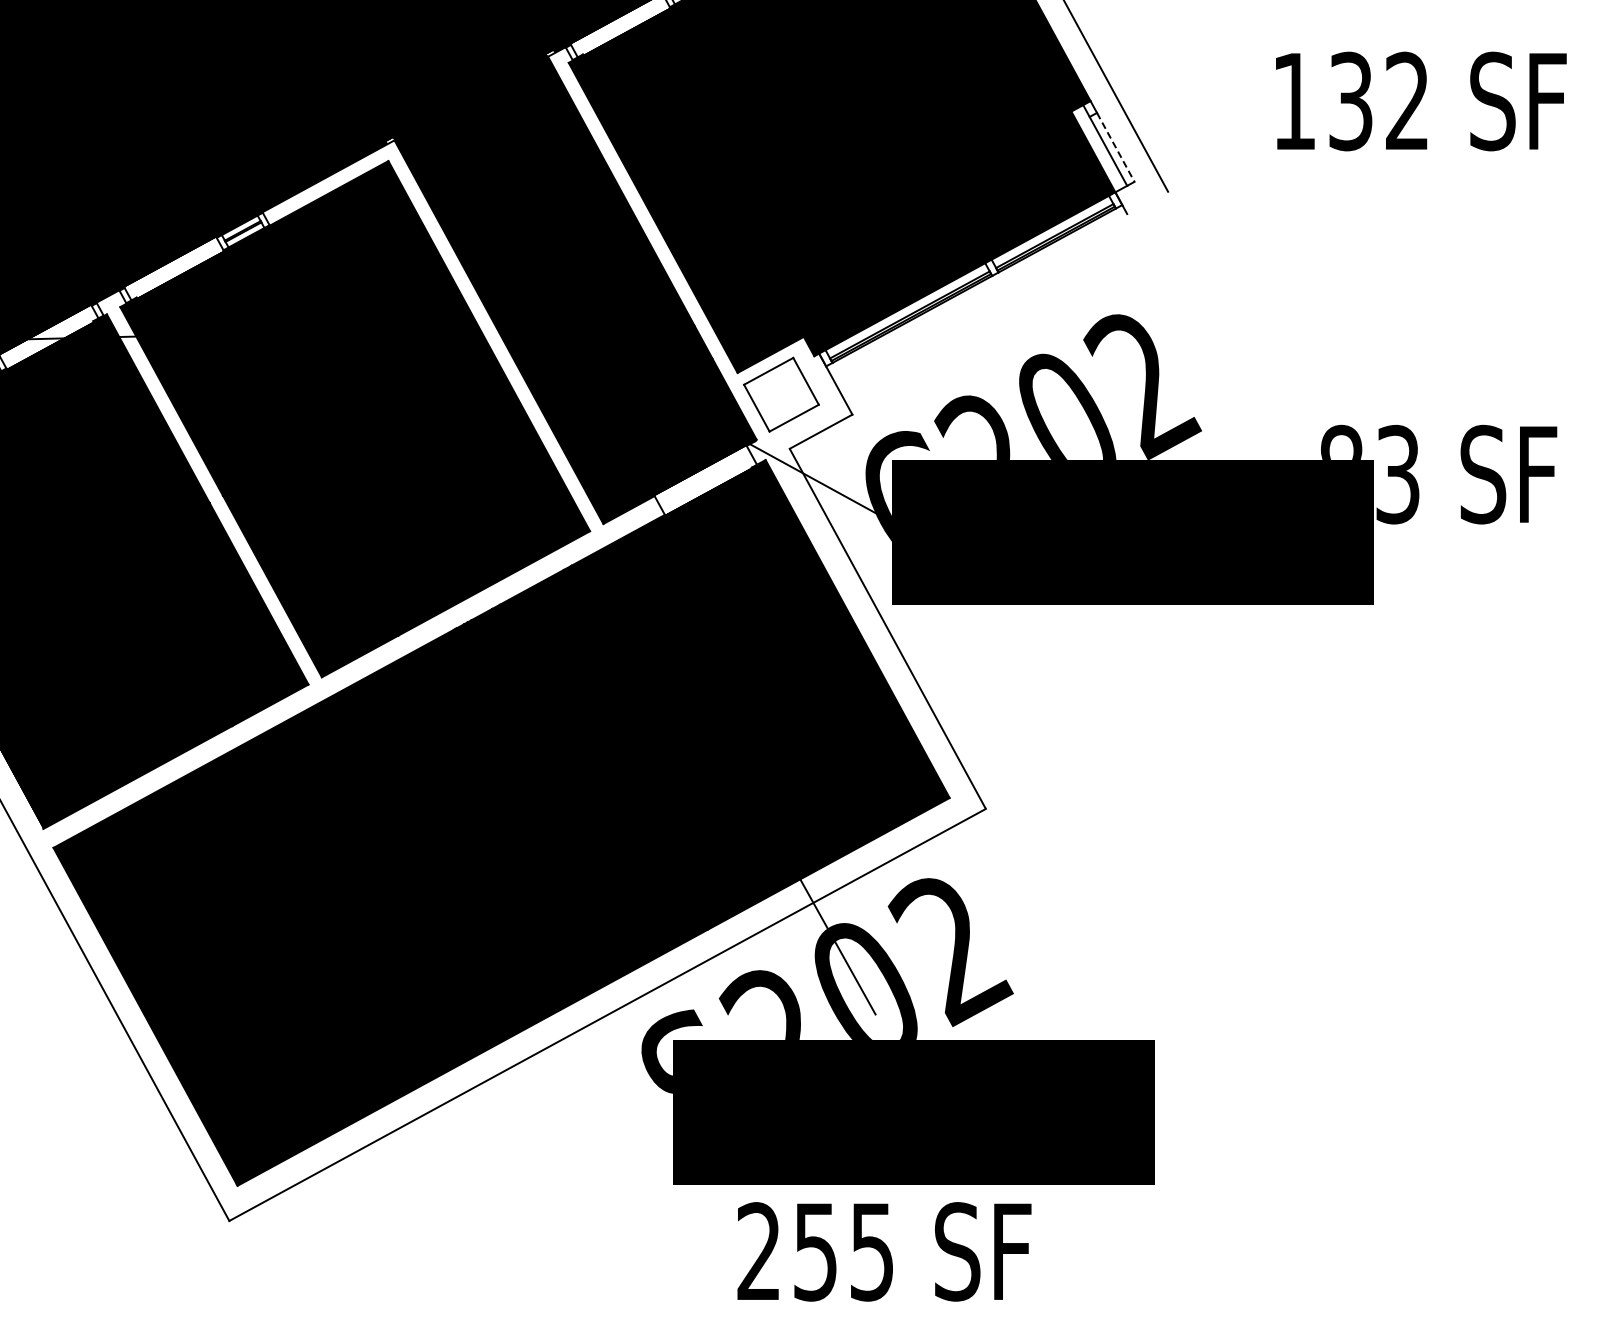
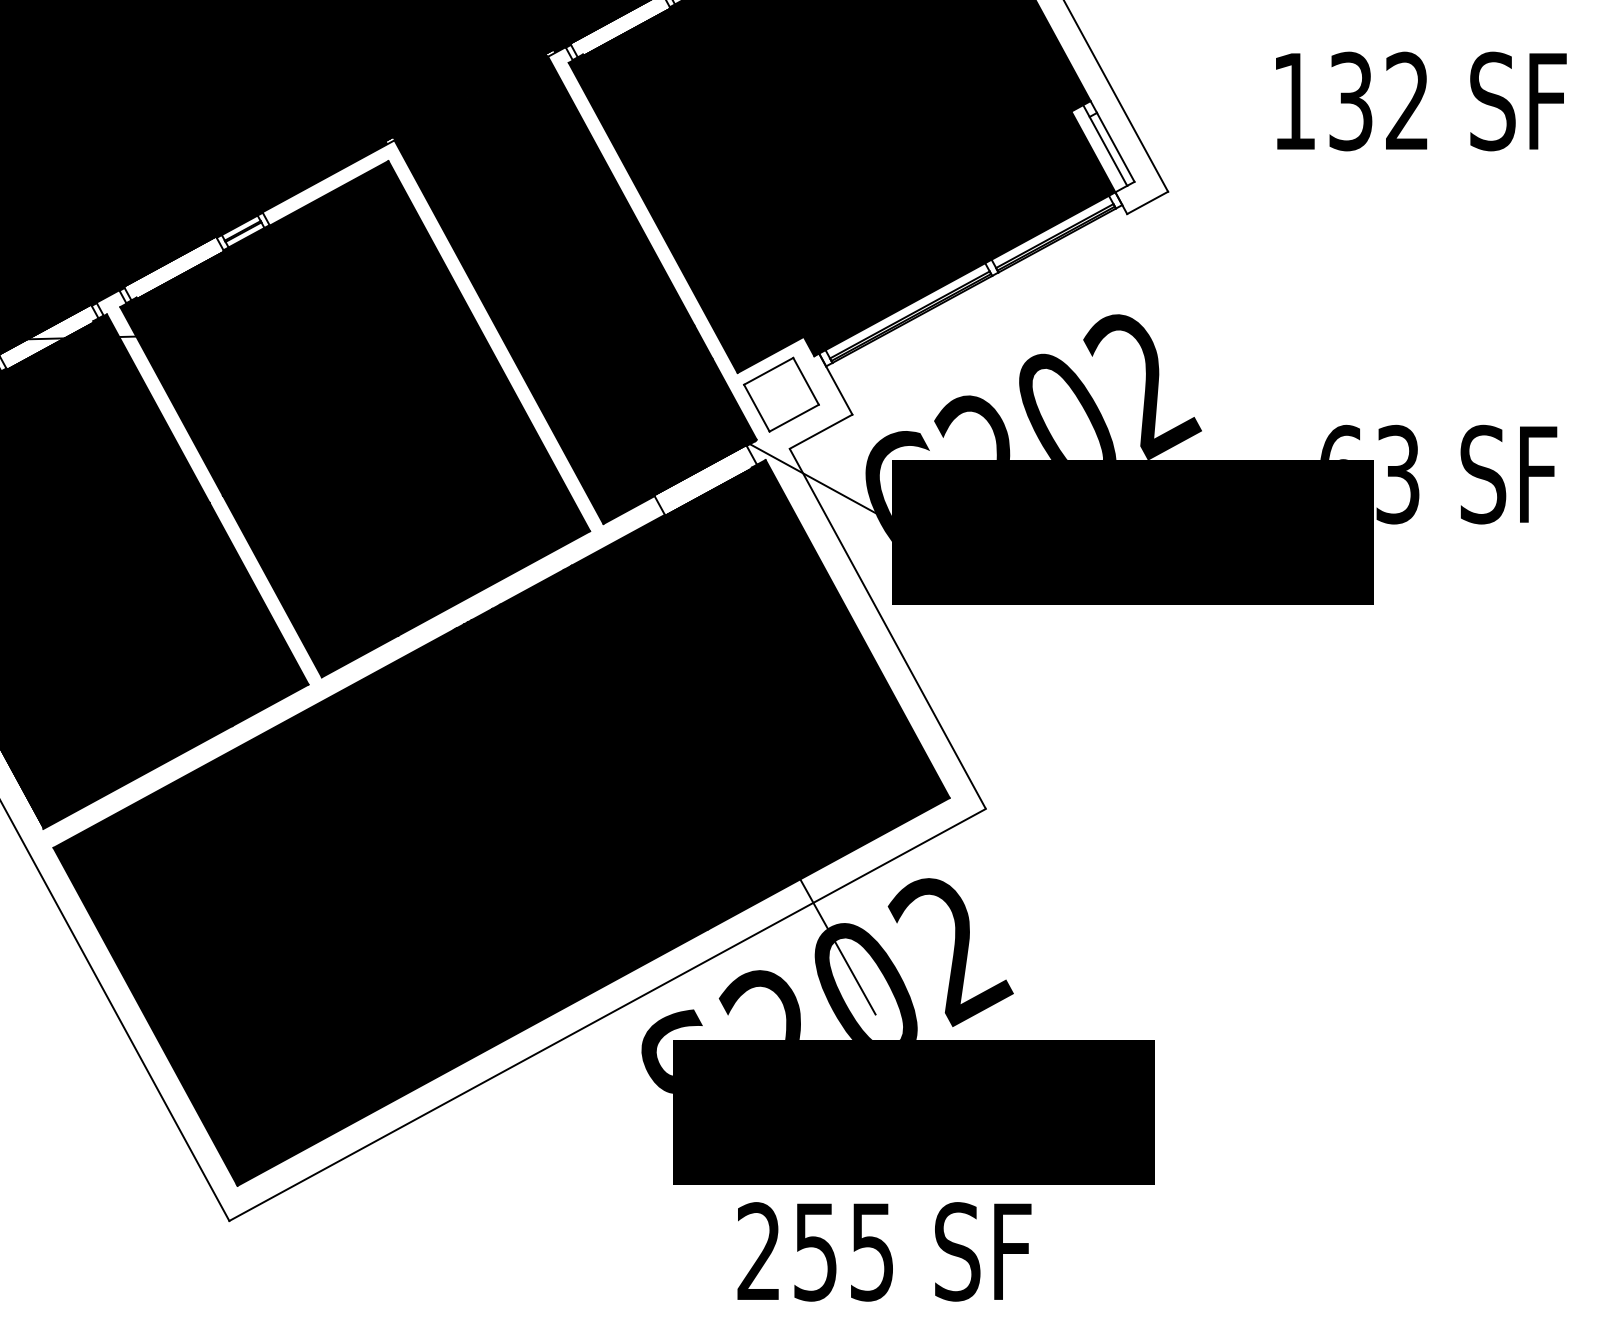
line at (1116, 147): dashed -> solid
line at (1147, 202): none -> present
text at (1341, 441): 83 -> 63
